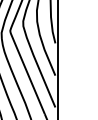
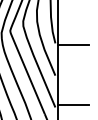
line at (73, 45): none -> present
line at (73, 105): none -> present
